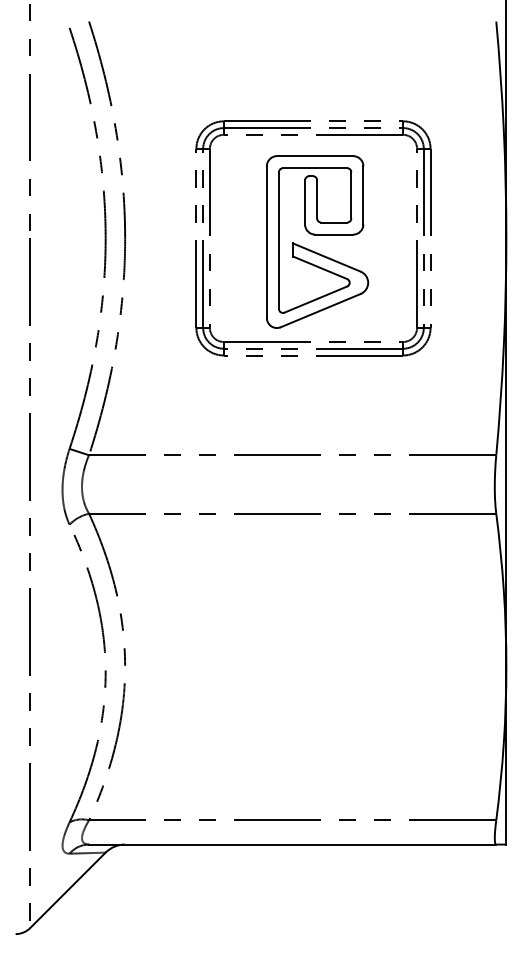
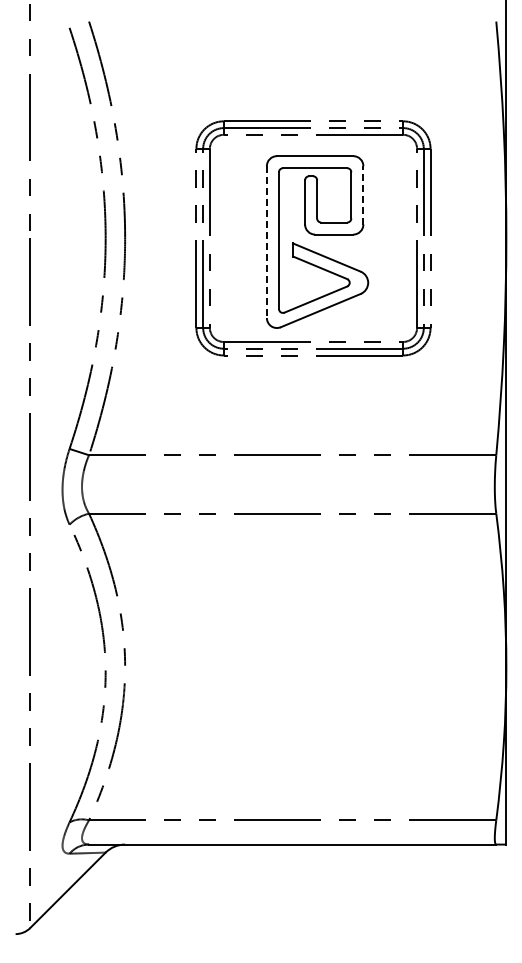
line at (363, 194): solid -> dashed
line at (266, 242): solid -> dashed
